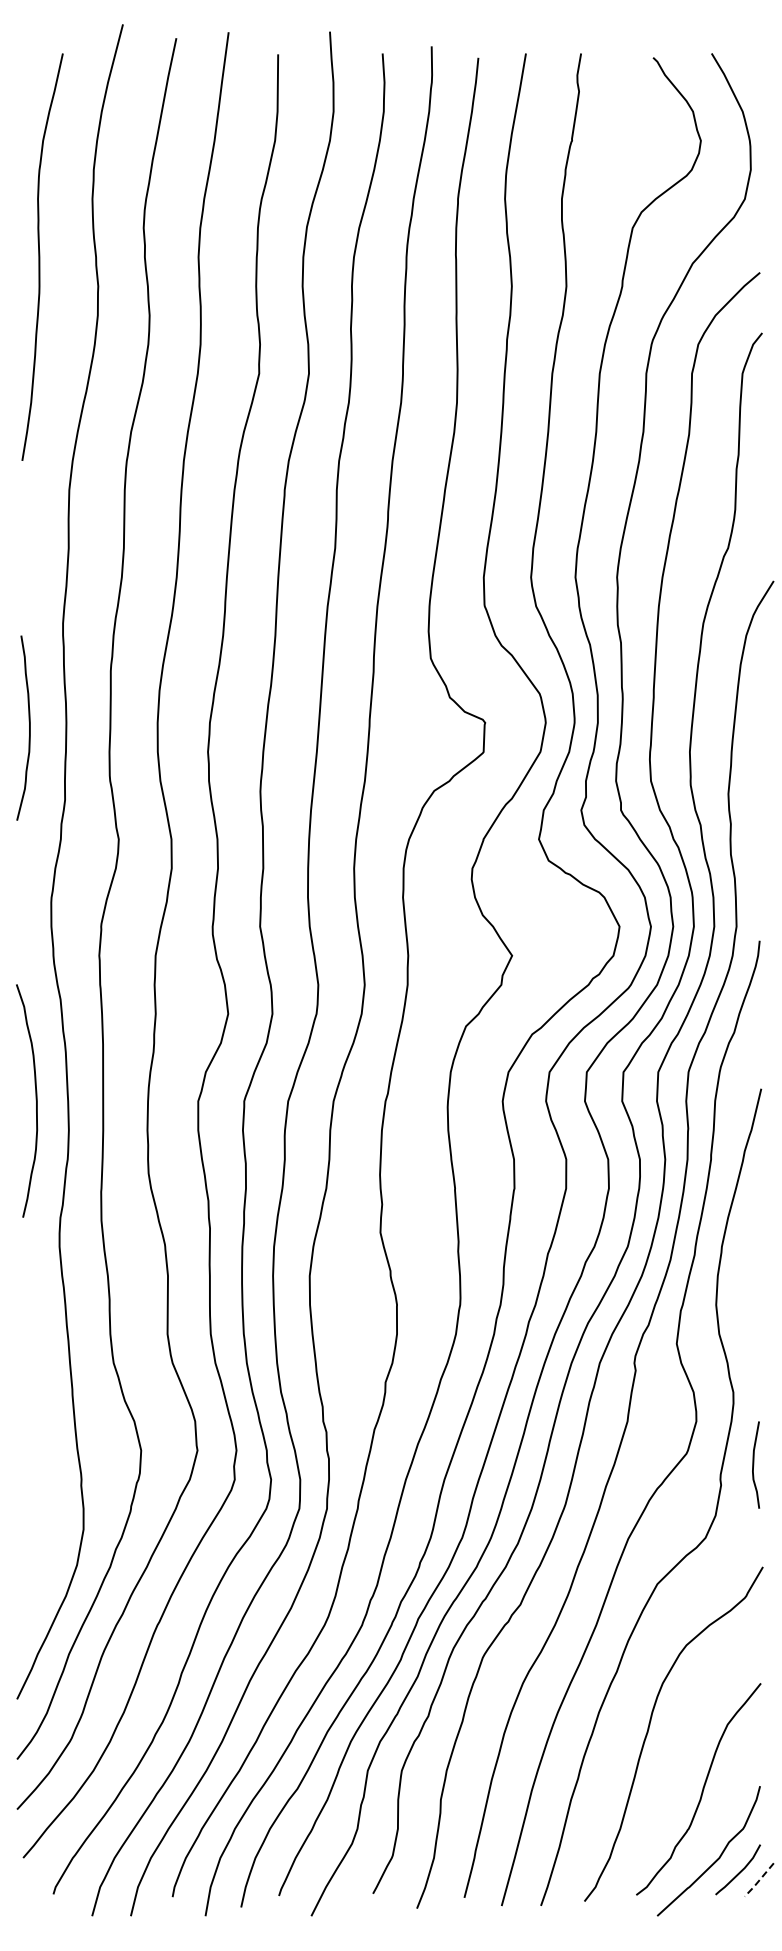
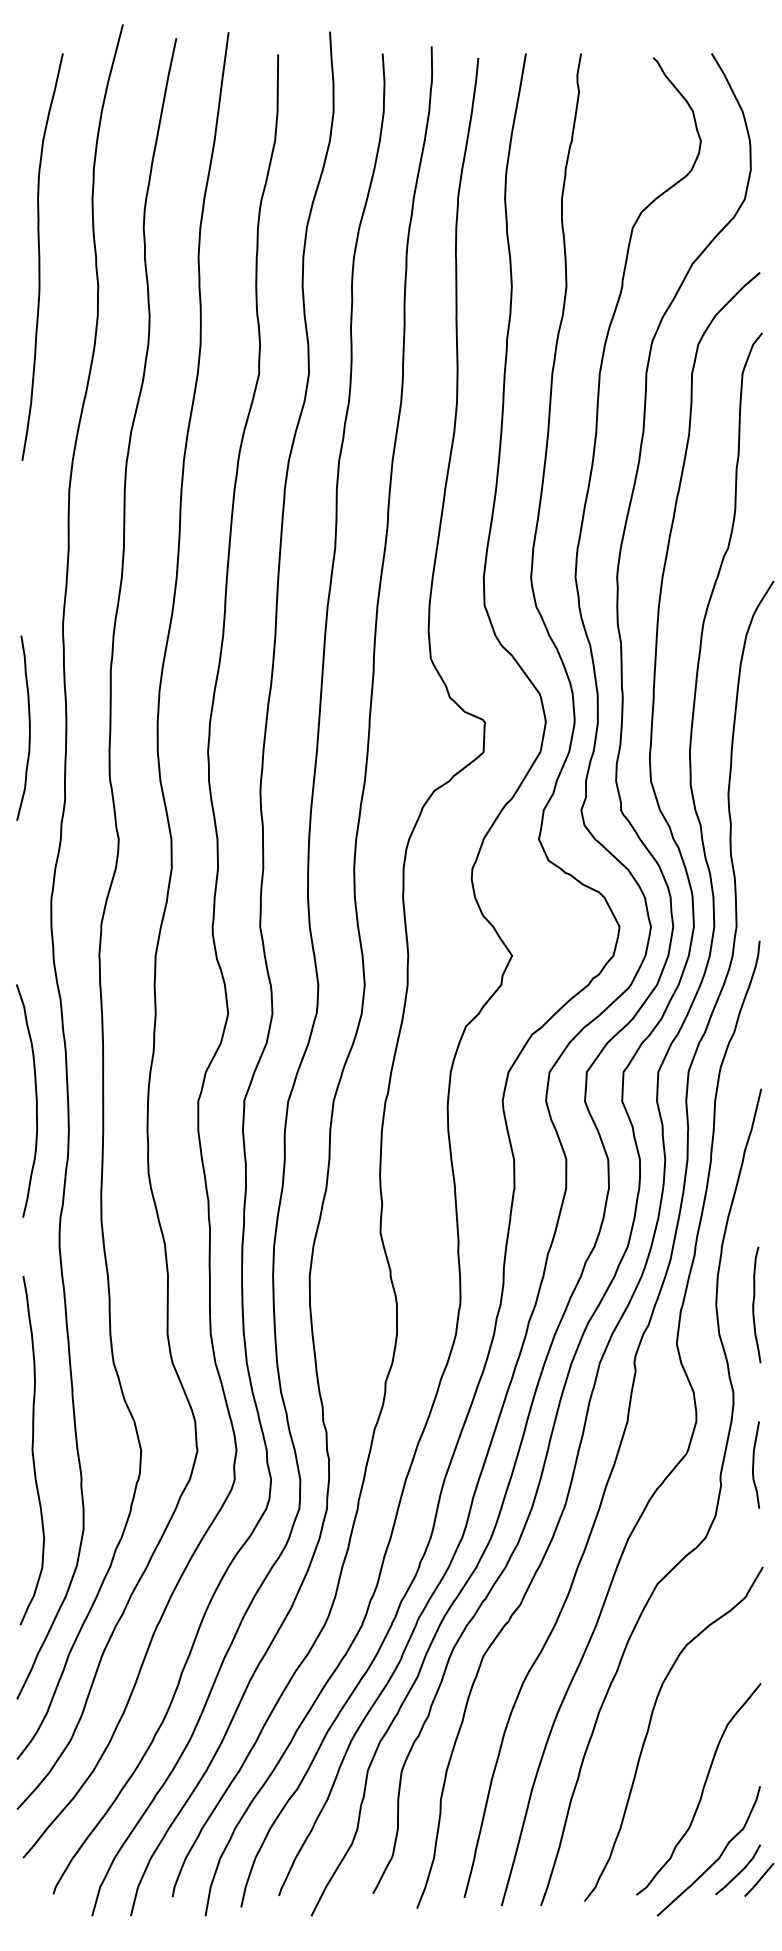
curve at (754, 1304): none -> present
curve at (31, 1450): none -> present
line at (758, 1881): dashed -> solid
